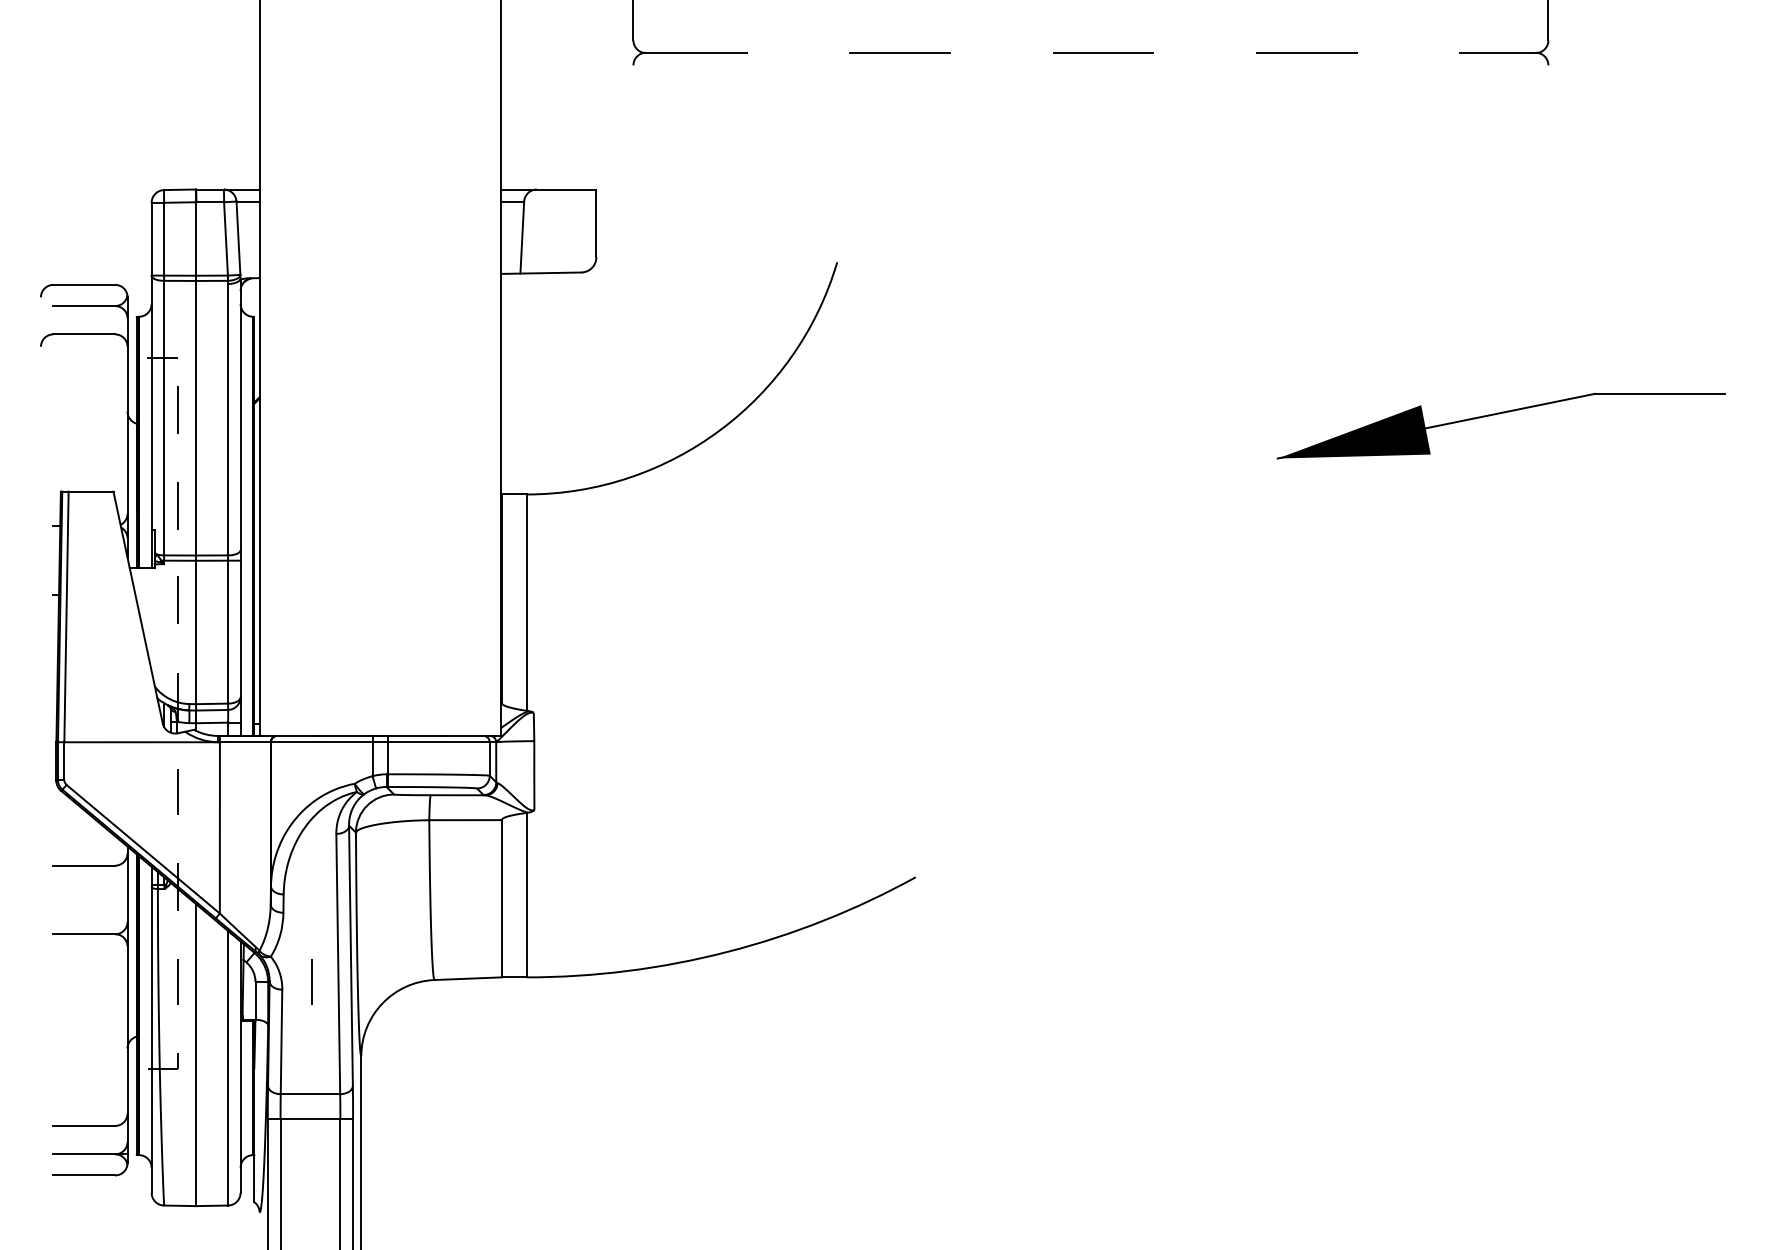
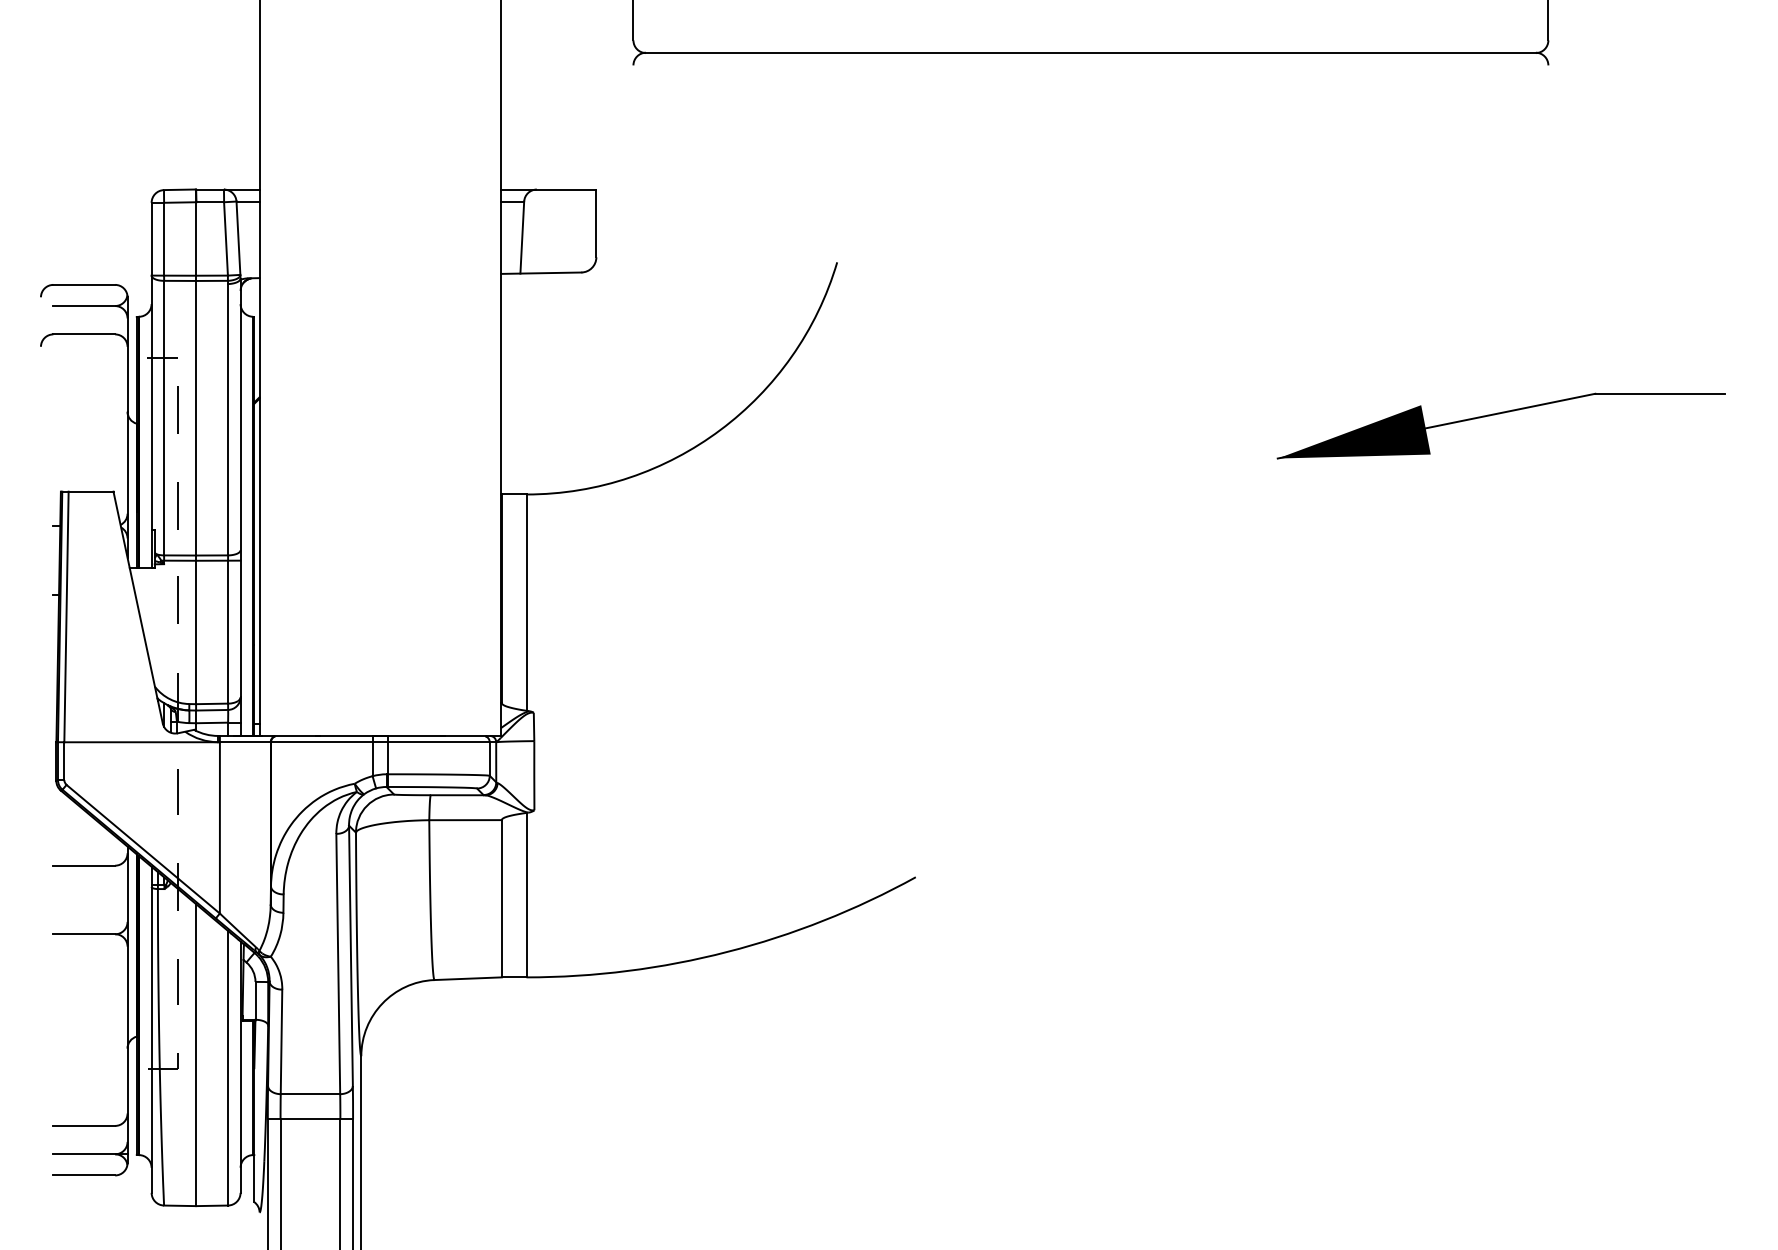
line at (1092, 52): dashed -> solid
line at (311, 981): present -> none
